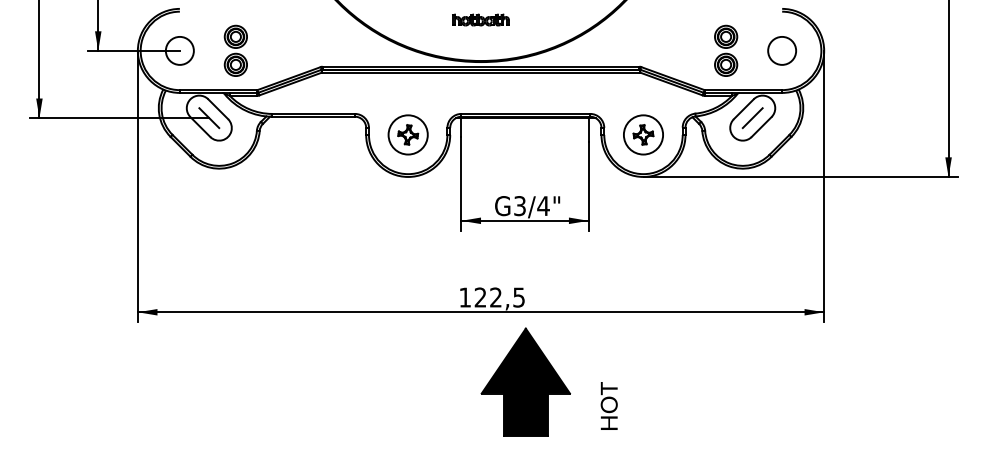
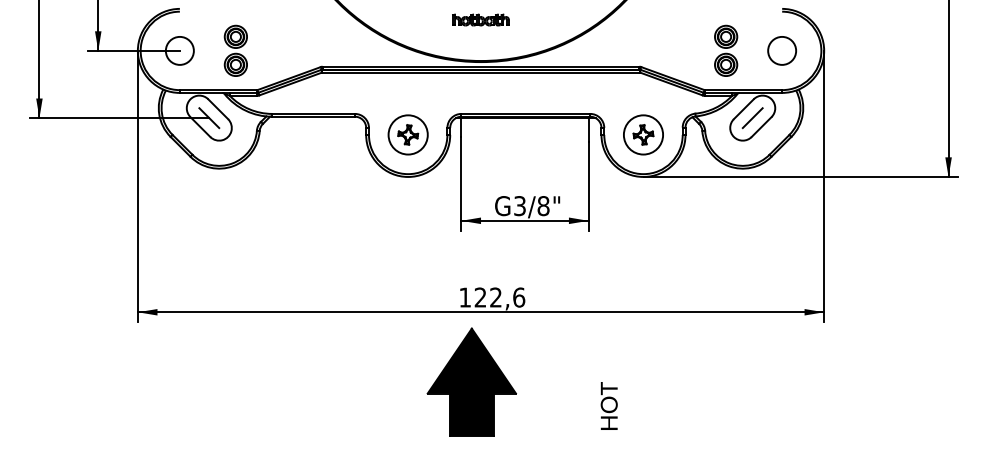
text at (543, 206): G3/4" -> G3/8"
text at (519, 297): 122,5 -> 122,6
part at (525, 381) position: (525, 381) -> (471, 381)
